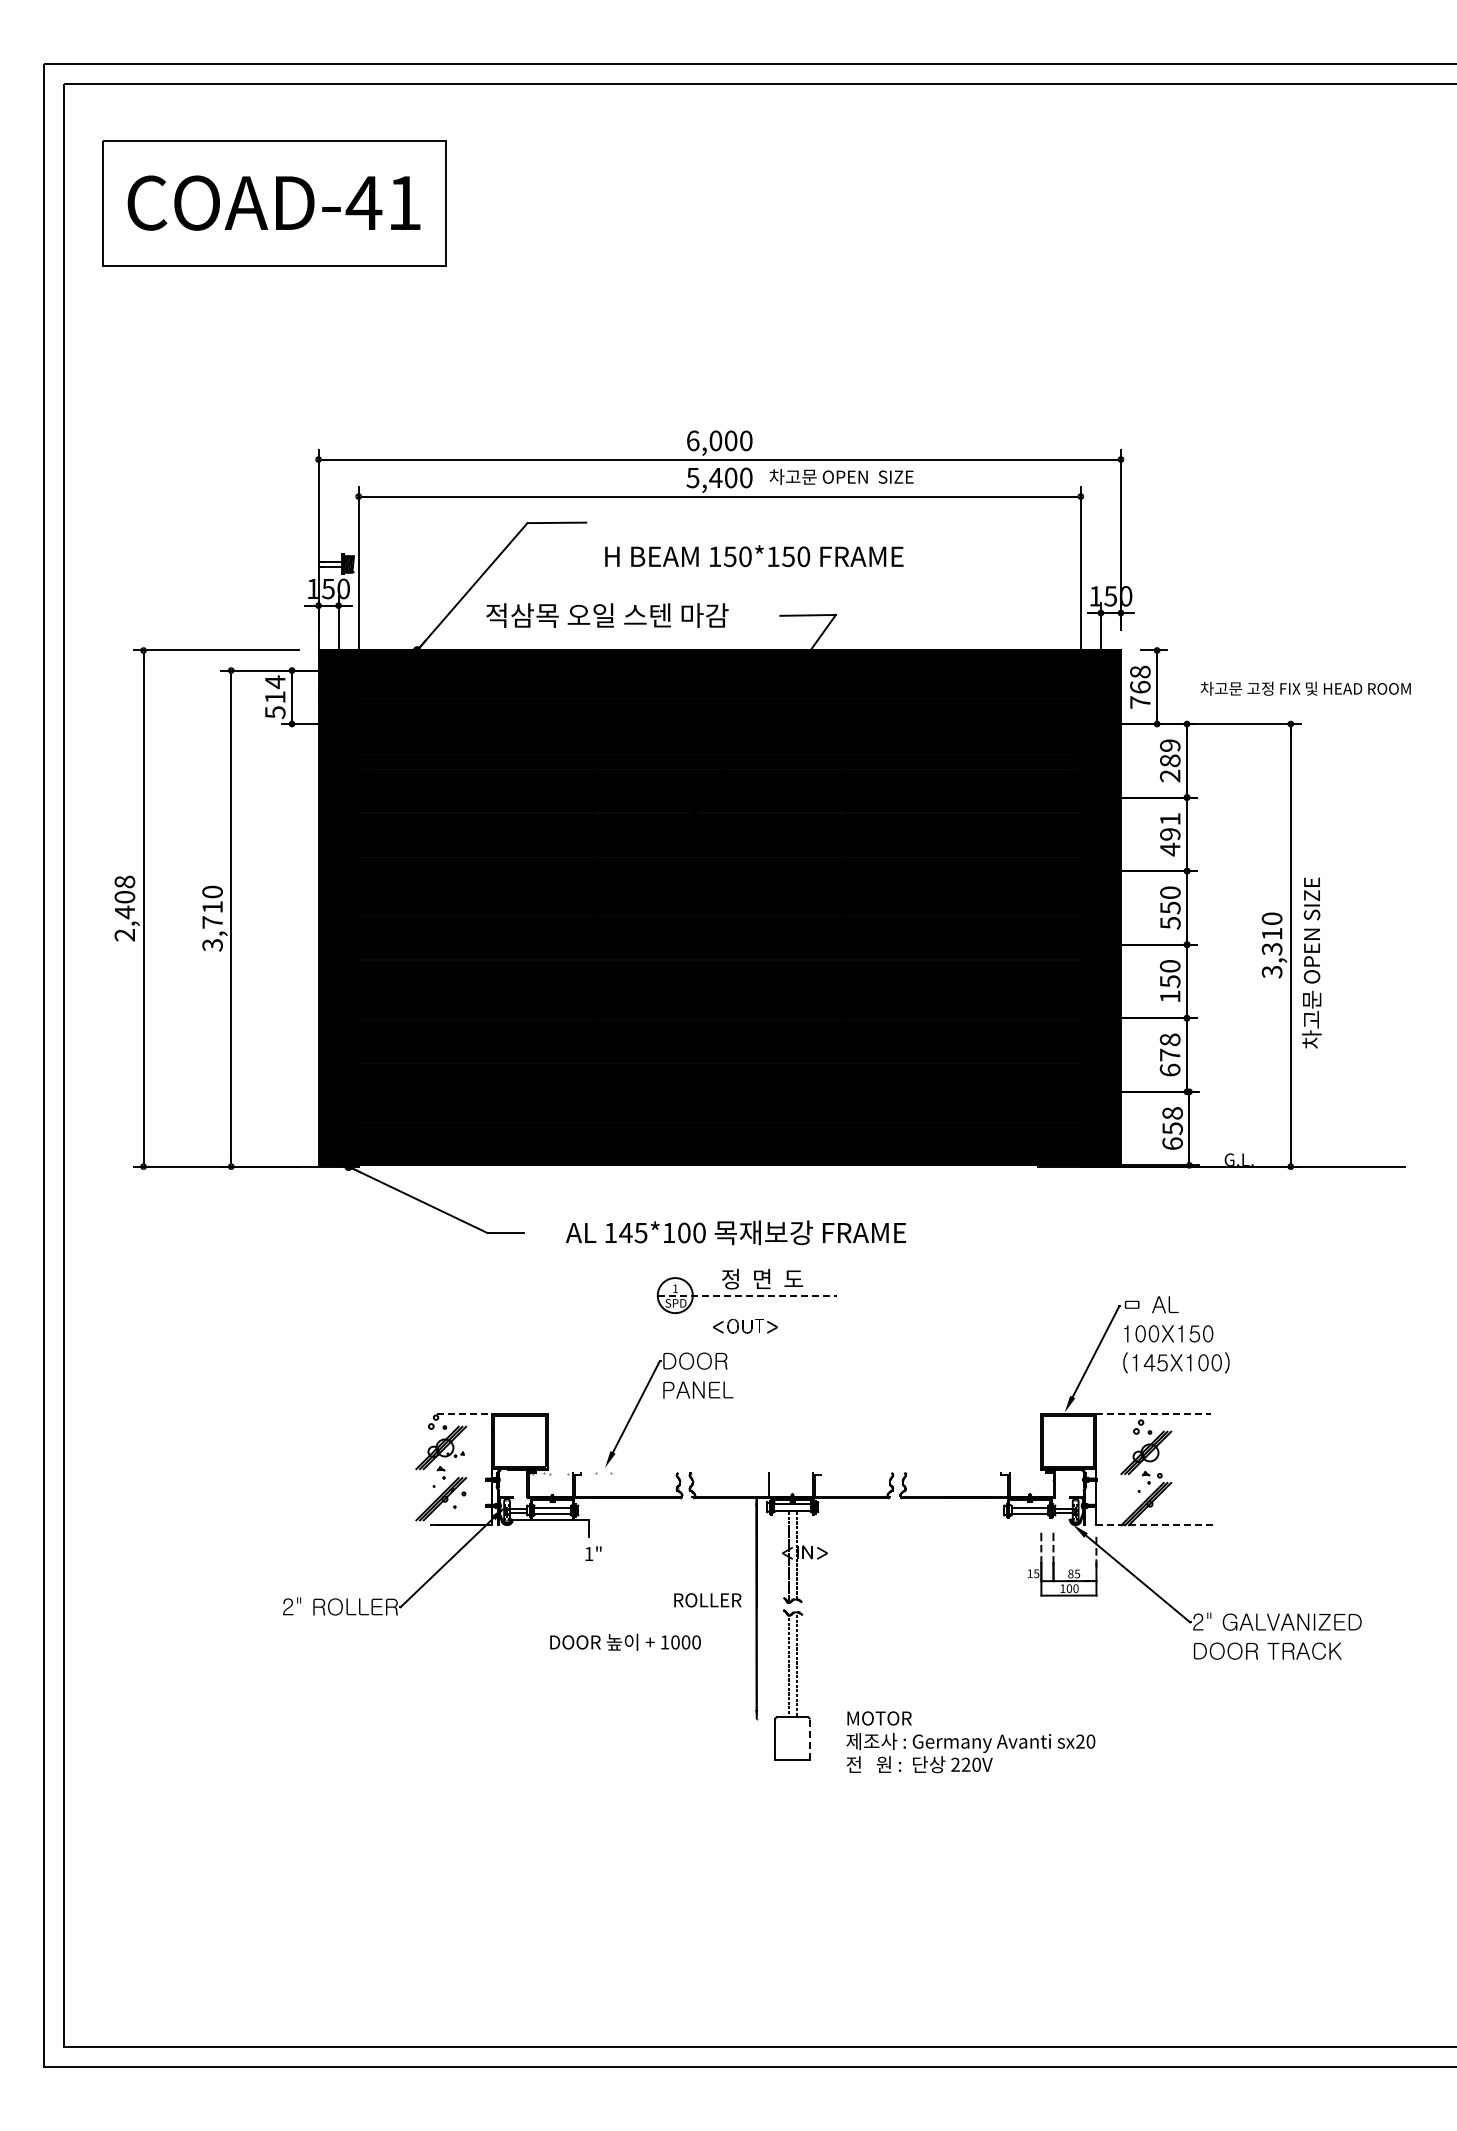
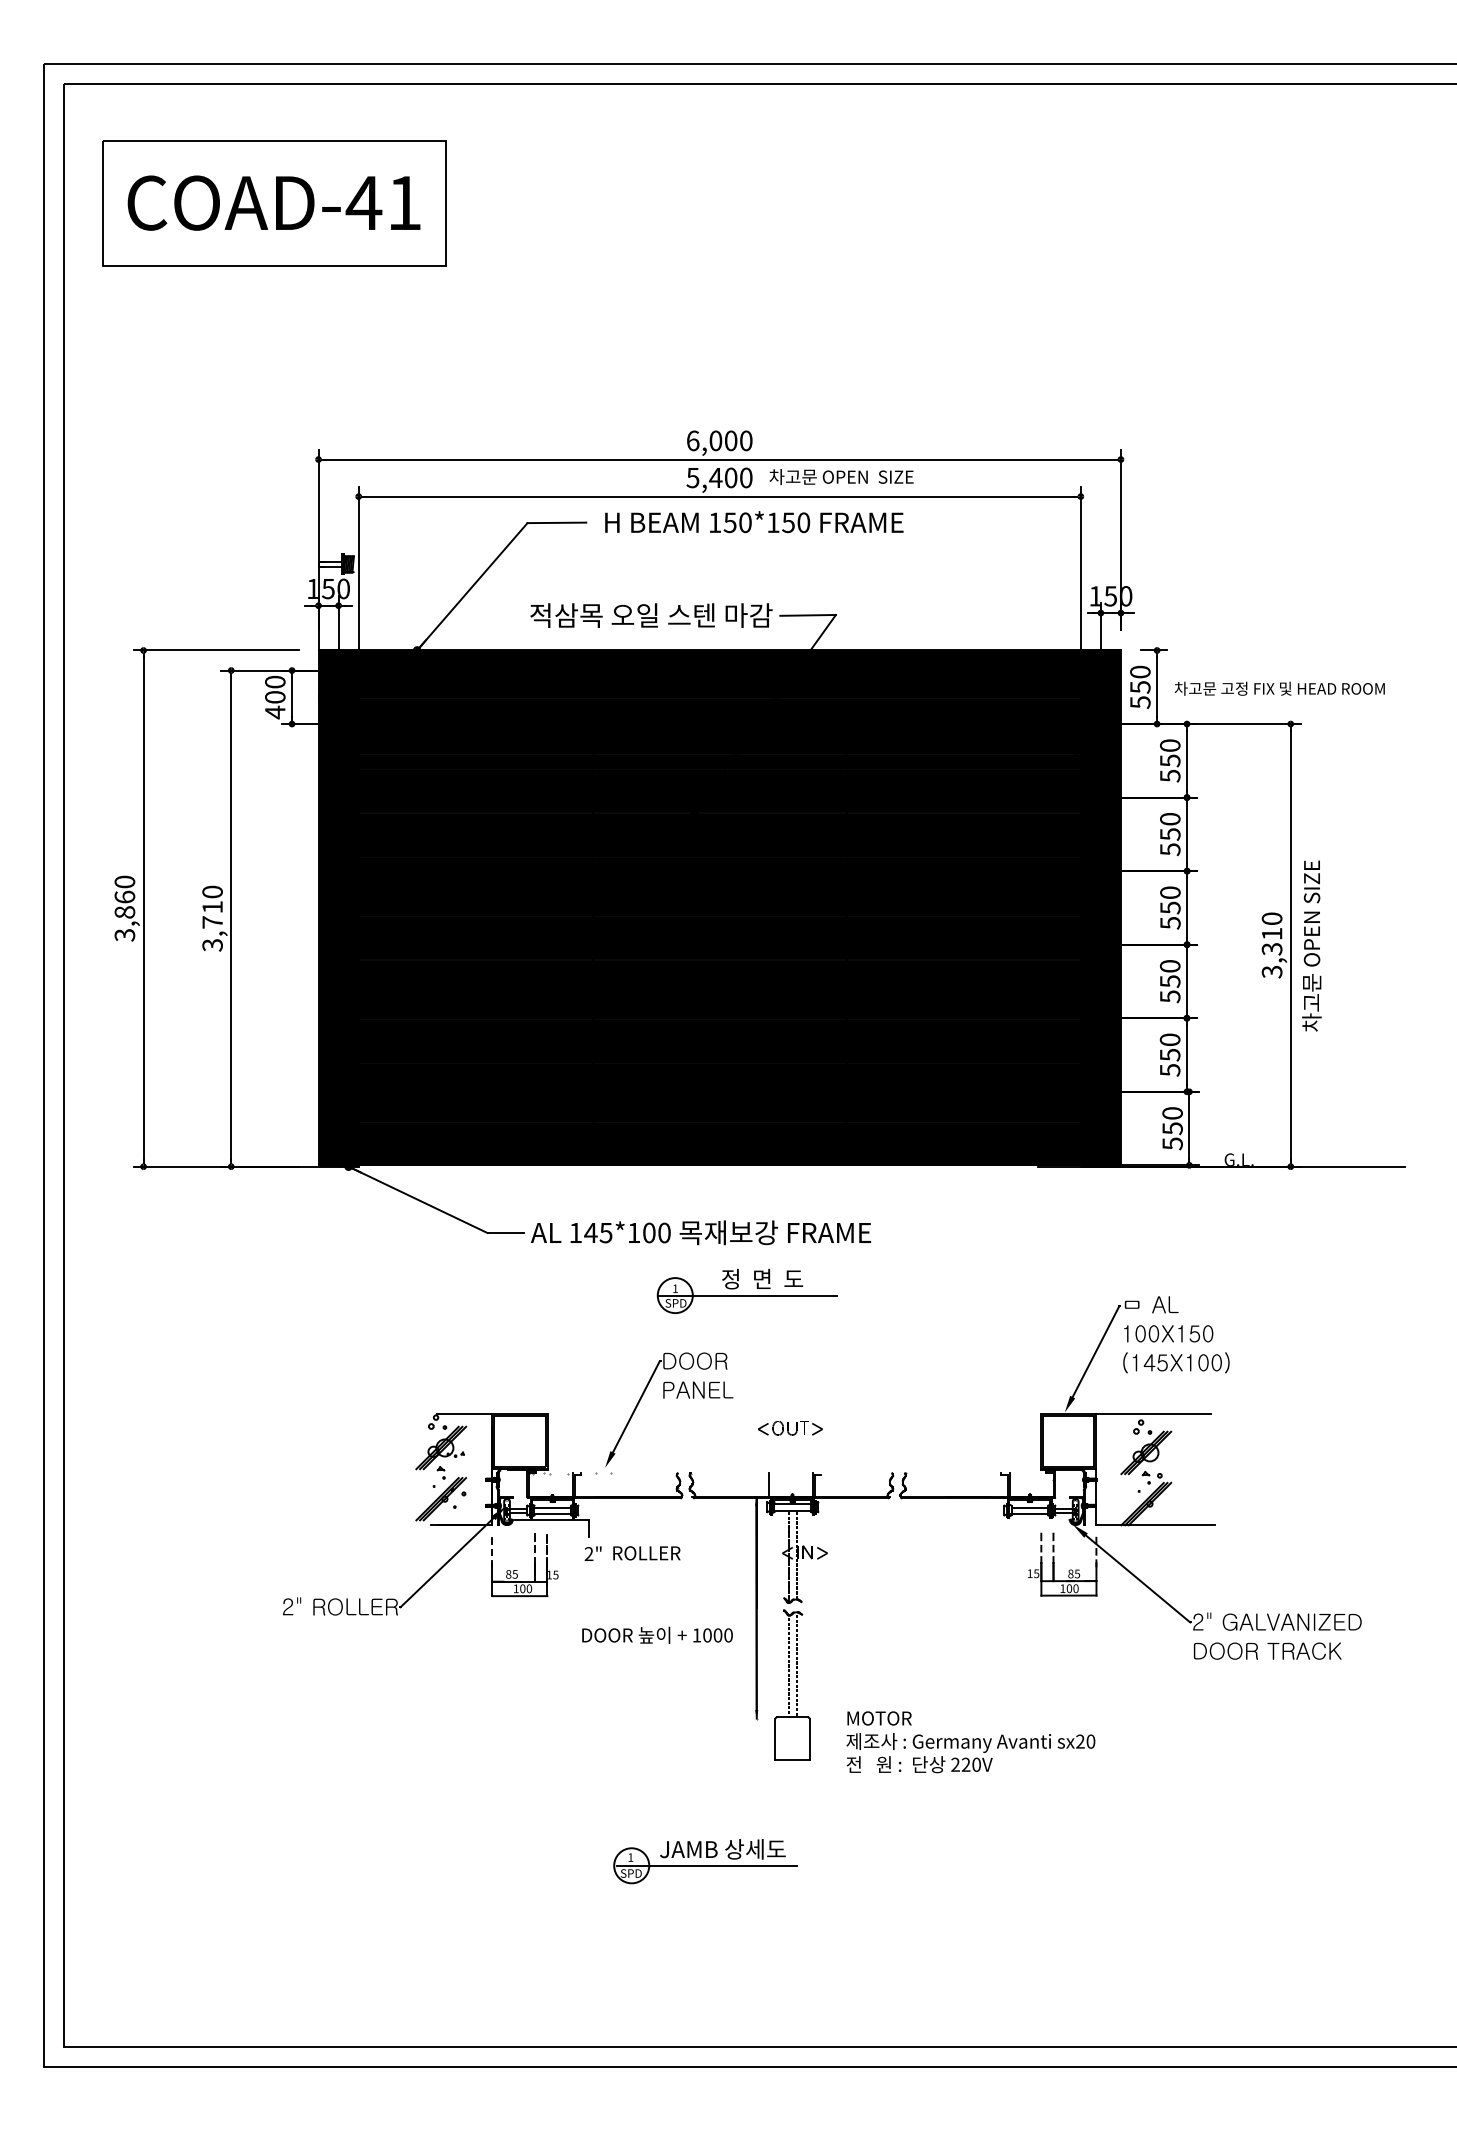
text at (754, 556) position: (754, 556) -> (754, 522)
text at (607, 615) position: (607, 615) -> (651, 615)
text at (1140, 686): 768 -> 550
text at (1305, 688) position: (1305, 688) -> (1279, 688)
text at (275, 697): 514 -> 400
text at (1170, 760): 289 -> 550
text at (1170, 834): 491 -> 550
text at (124, 908): 2,408 -> 3,860
text at (1311, 962) position: (1311, 962) -> (1311, 945)
text at (1170, 996): 150 -> 550
text at (1169, 1054): 678 -> 550
text at (1172, 1128): 658 -> 550
text at (736, 1232) position: (736, 1232) -> (701, 1232)
line at (747, 1295): dashed -> solid
part at (745, 1326) position: (745, 1326) -> (790, 1428)
line at (464, 1413): dashed -> solid
line at (1154, 1413): dashed -> solid
line at (1156, 1524): dashed -> solid
text at (588, 1553): 1" -> 2"
part at (517, 1570): none -> present
text at (707, 1600) position: (707, 1600) -> (646, 1553)
text at (625, 1641) position: (625, 1641) -> (657, 1634)
line at (809, 1739): dashed -> solid
part at (705, 1861): none -> present
